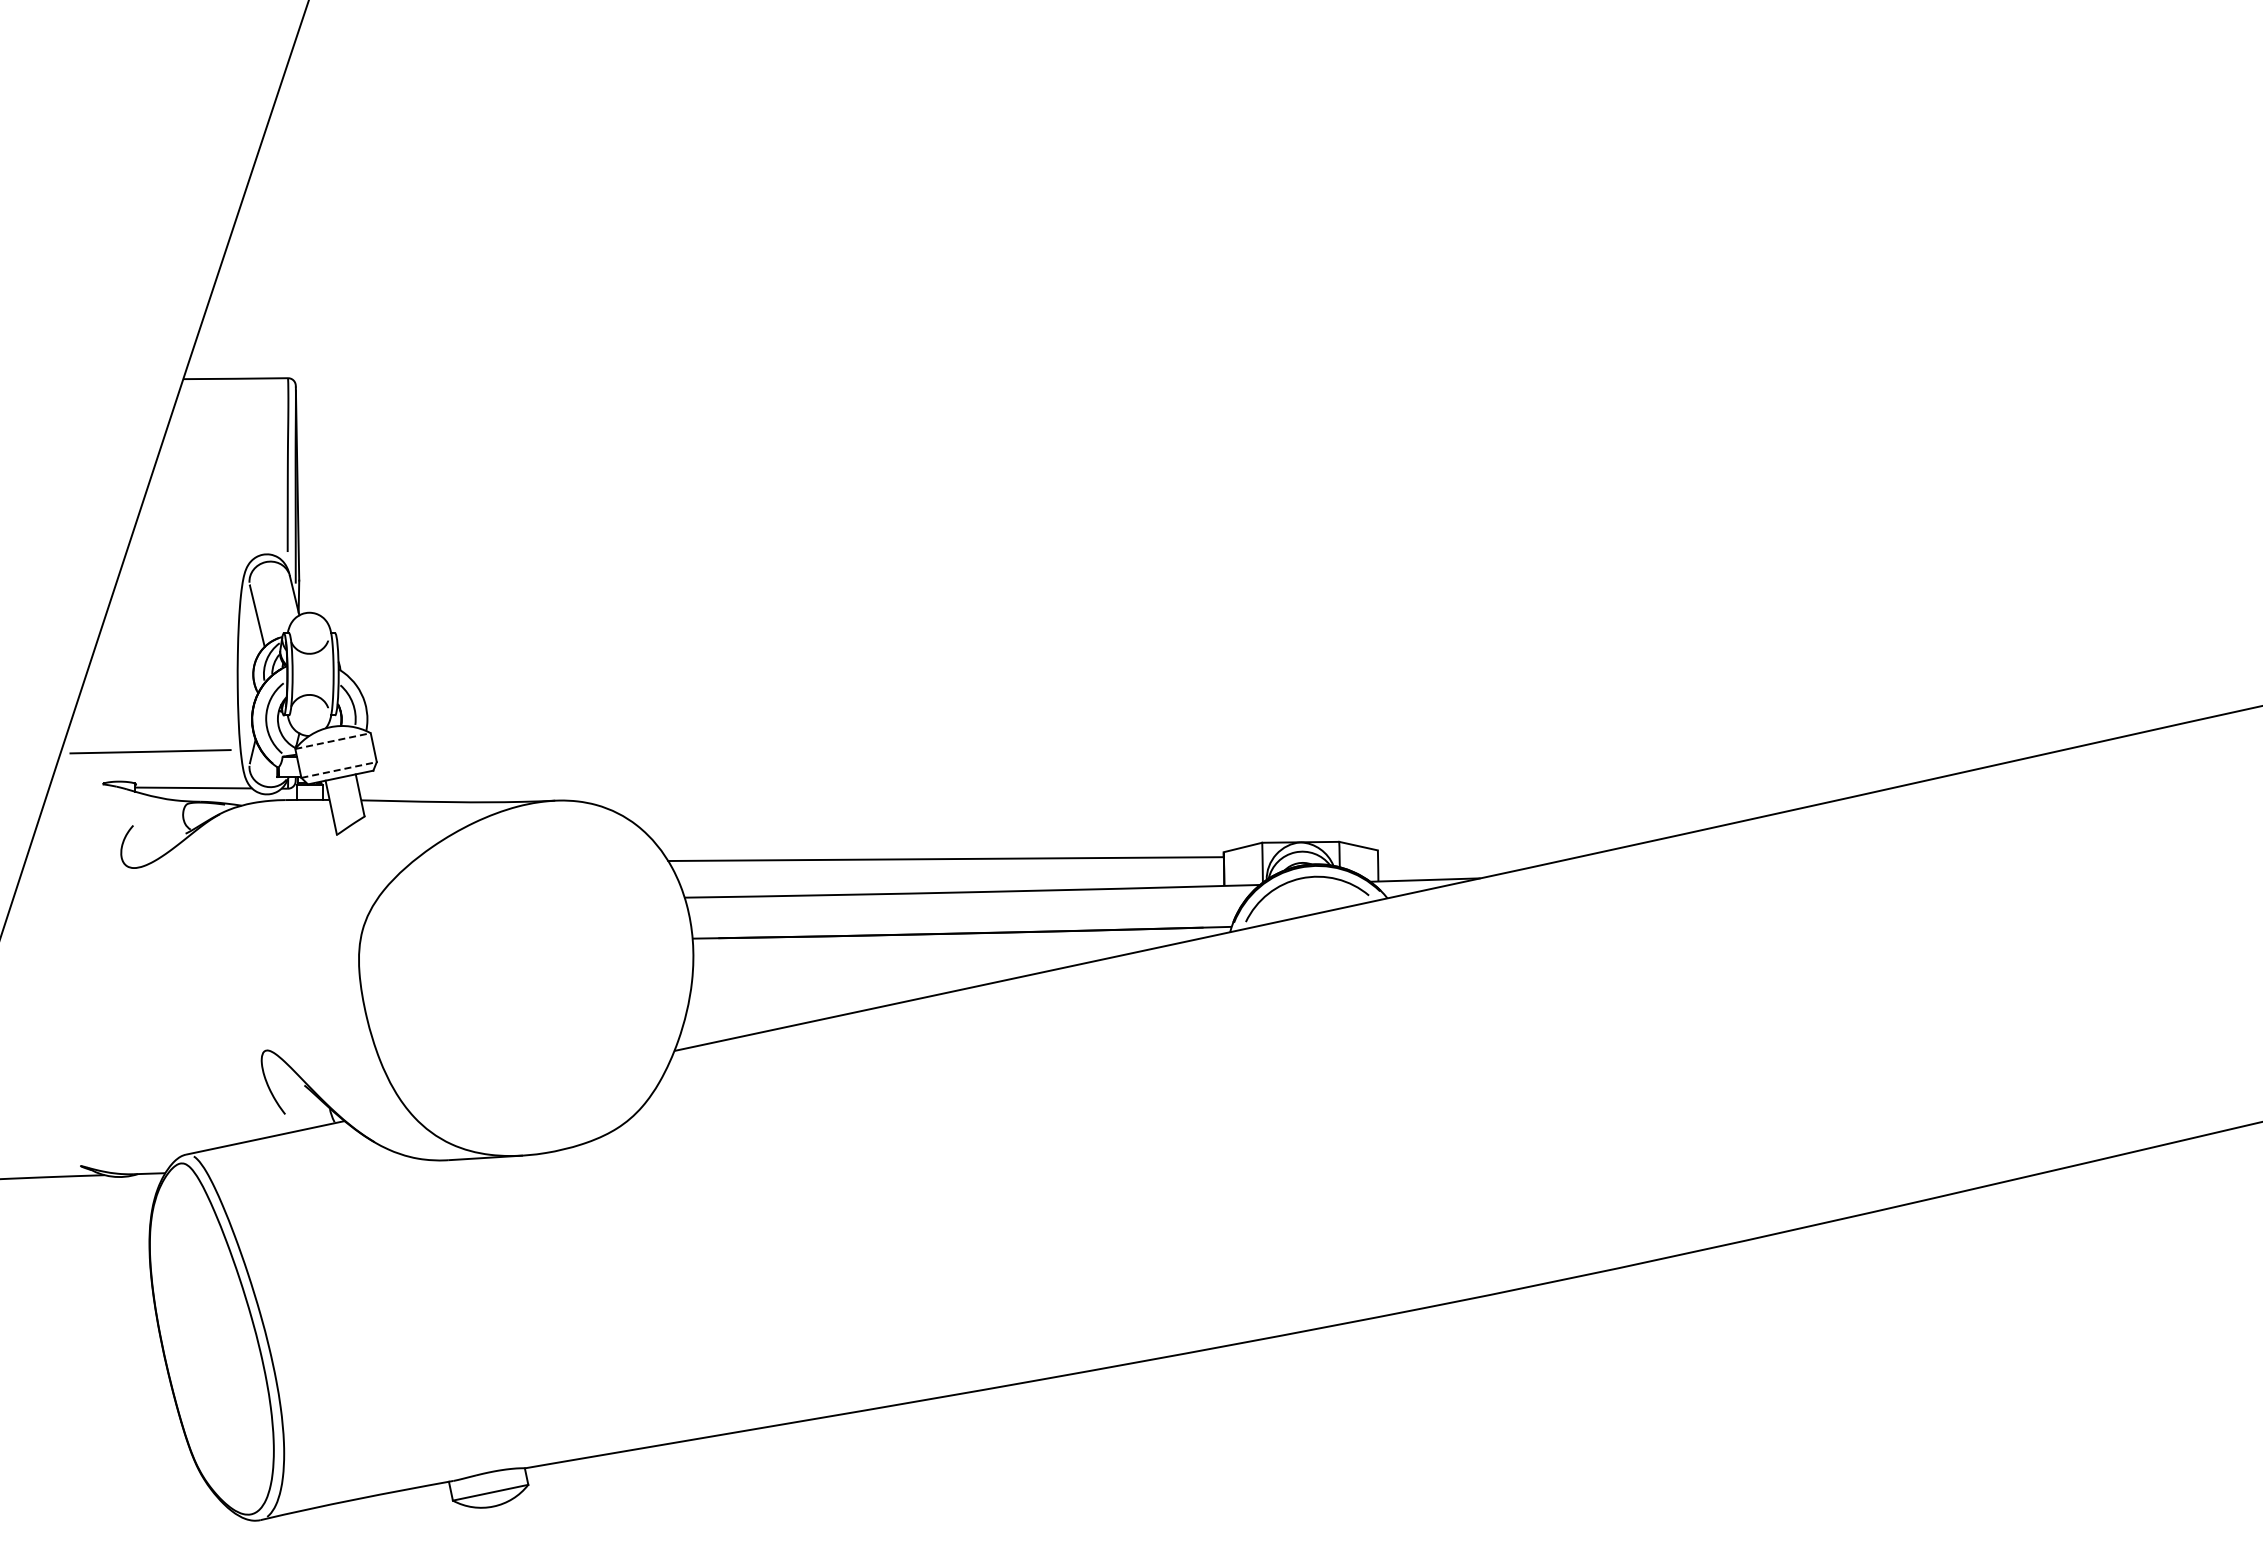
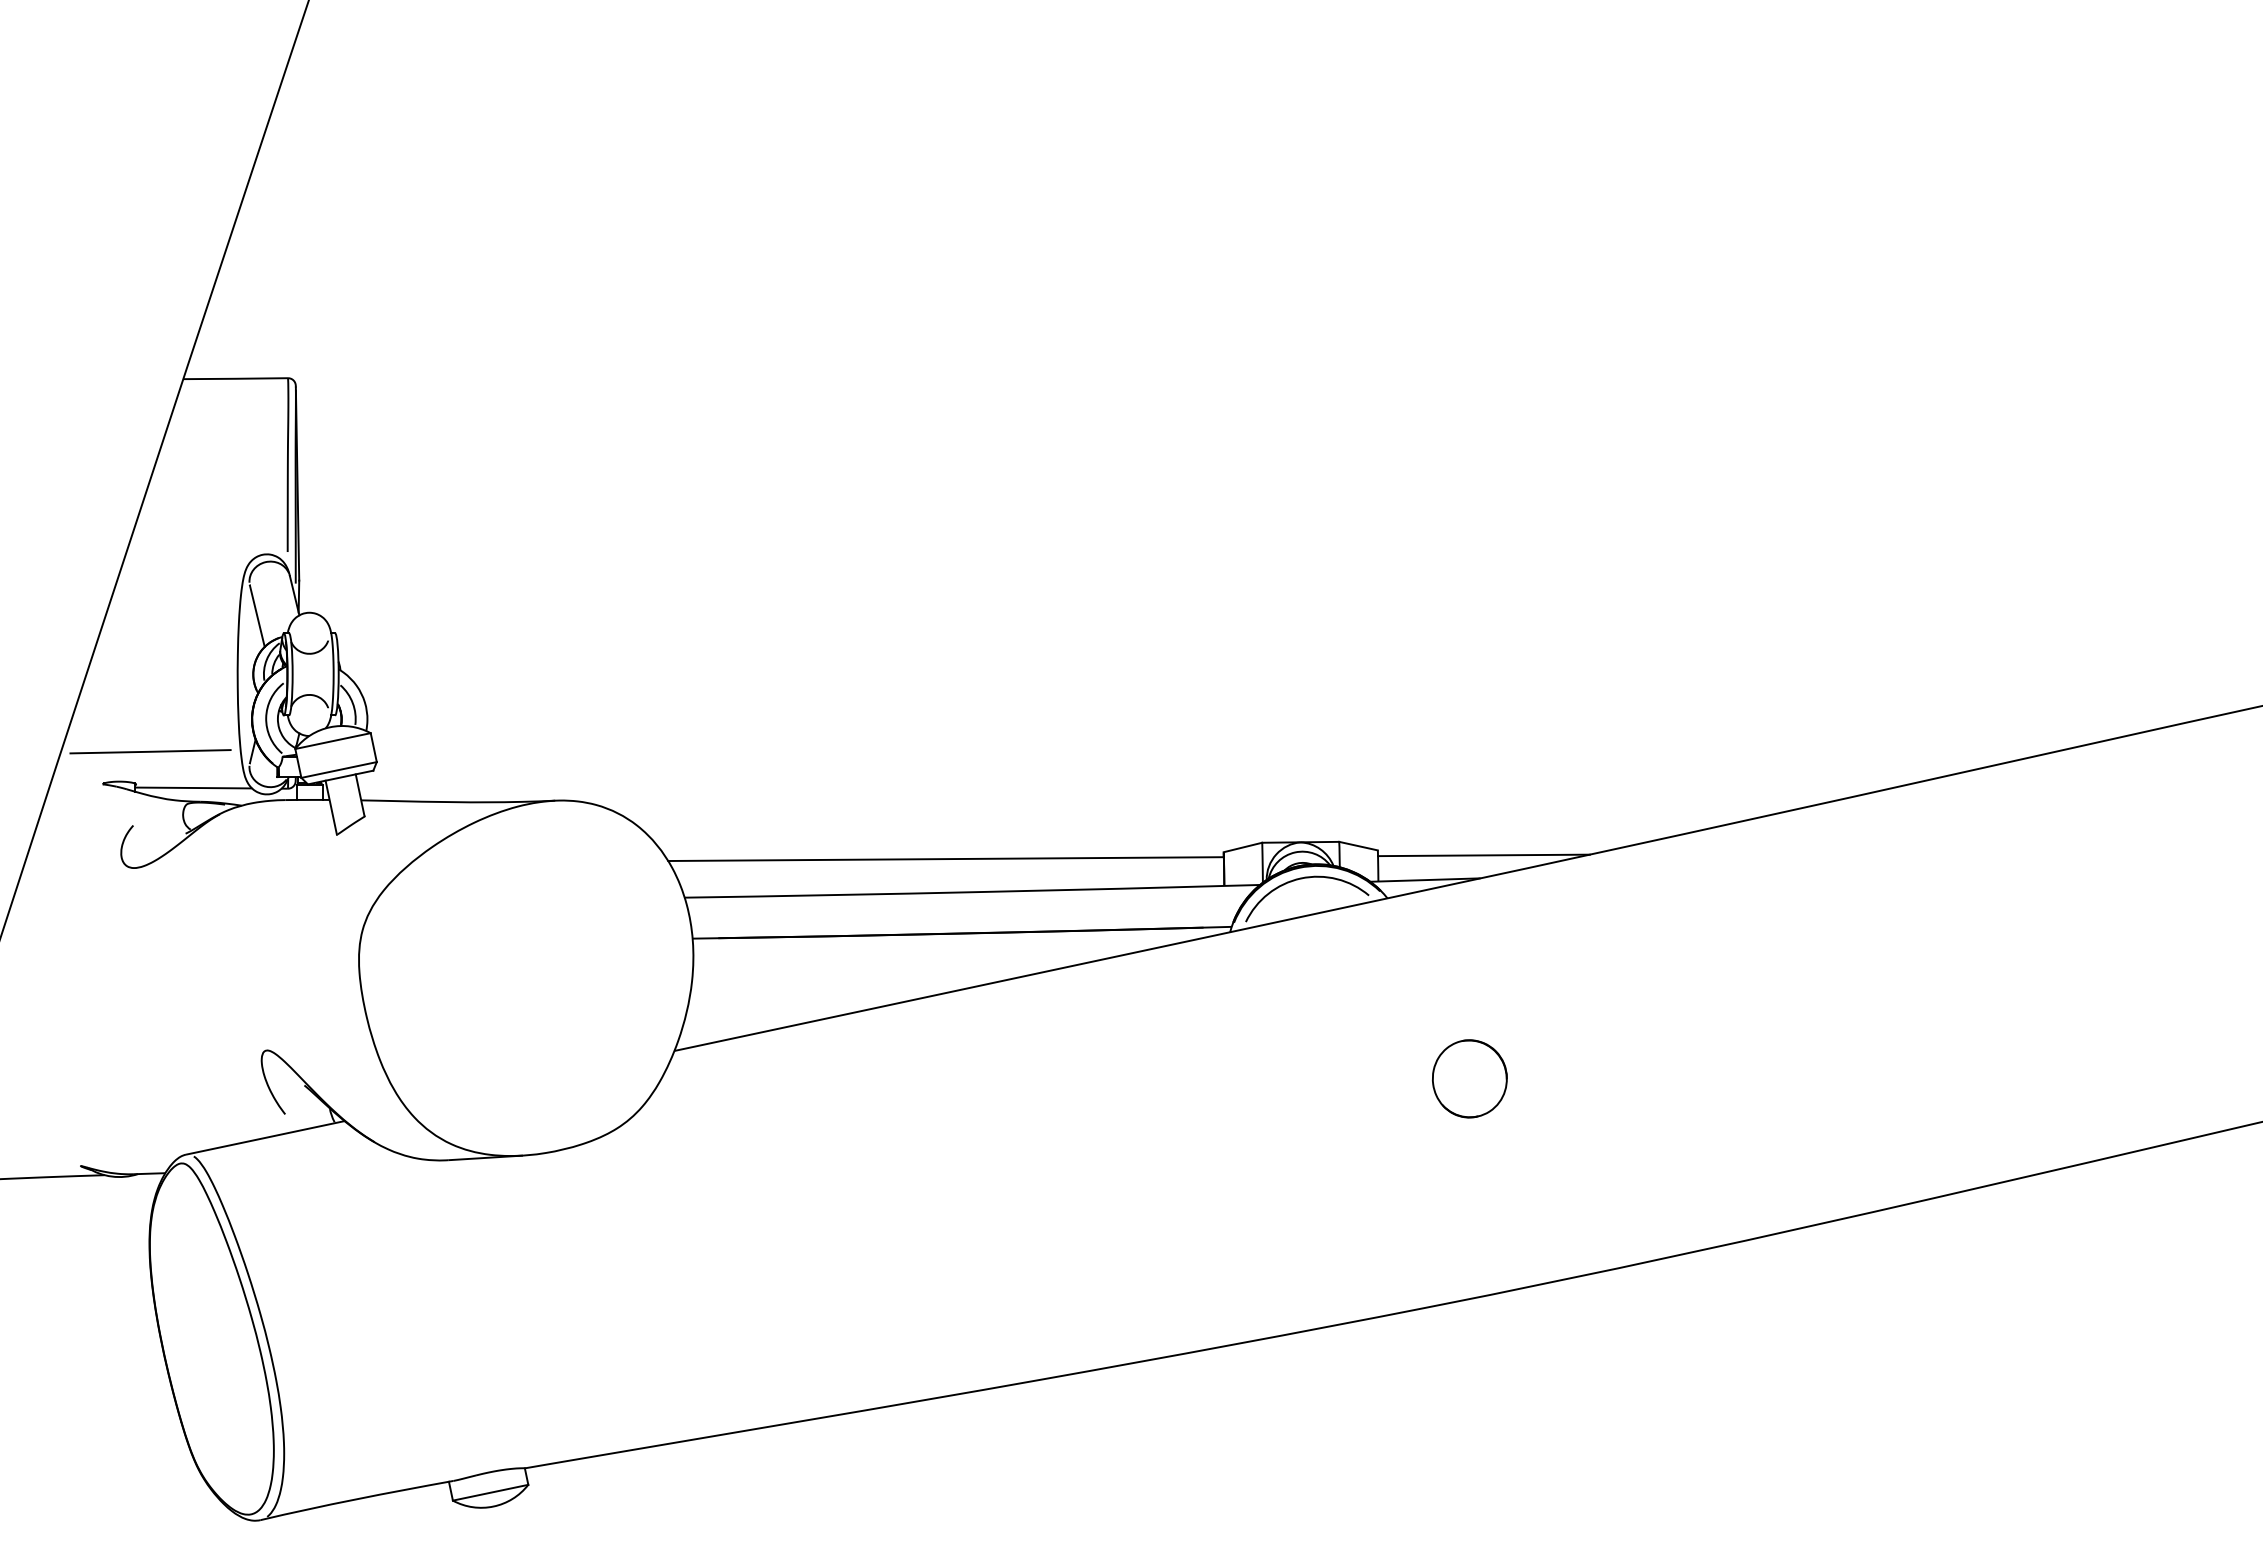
line at (333, 741): dashed -> solid
line at (339, 770): dashed -> solid
line at (1483, 855): none -> present
part at (1469, 1078): none -> present
